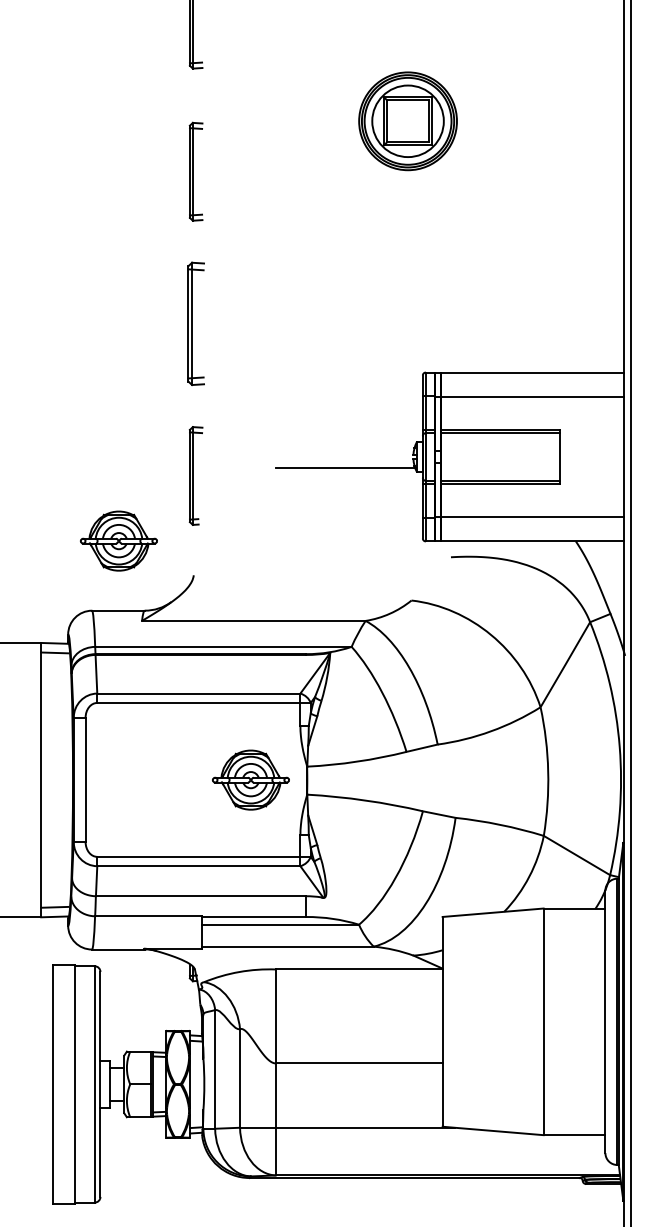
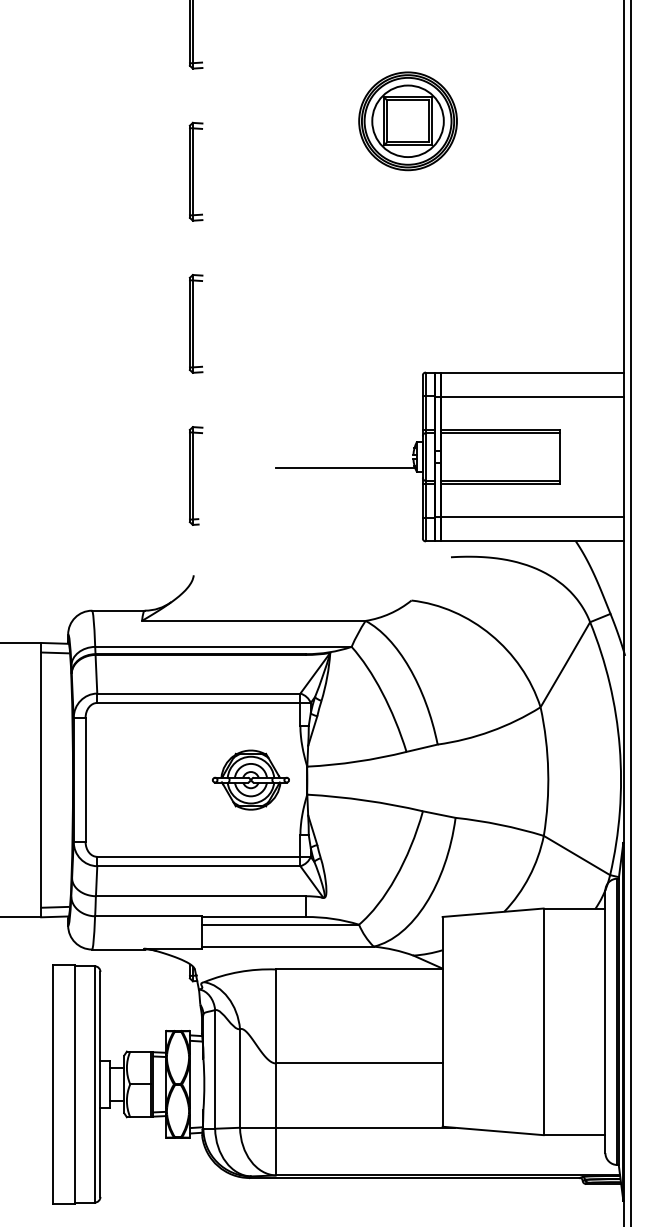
part at (195, 323) size: 18x125 px -> 16x100 px
part at (118, 540): present -> none
